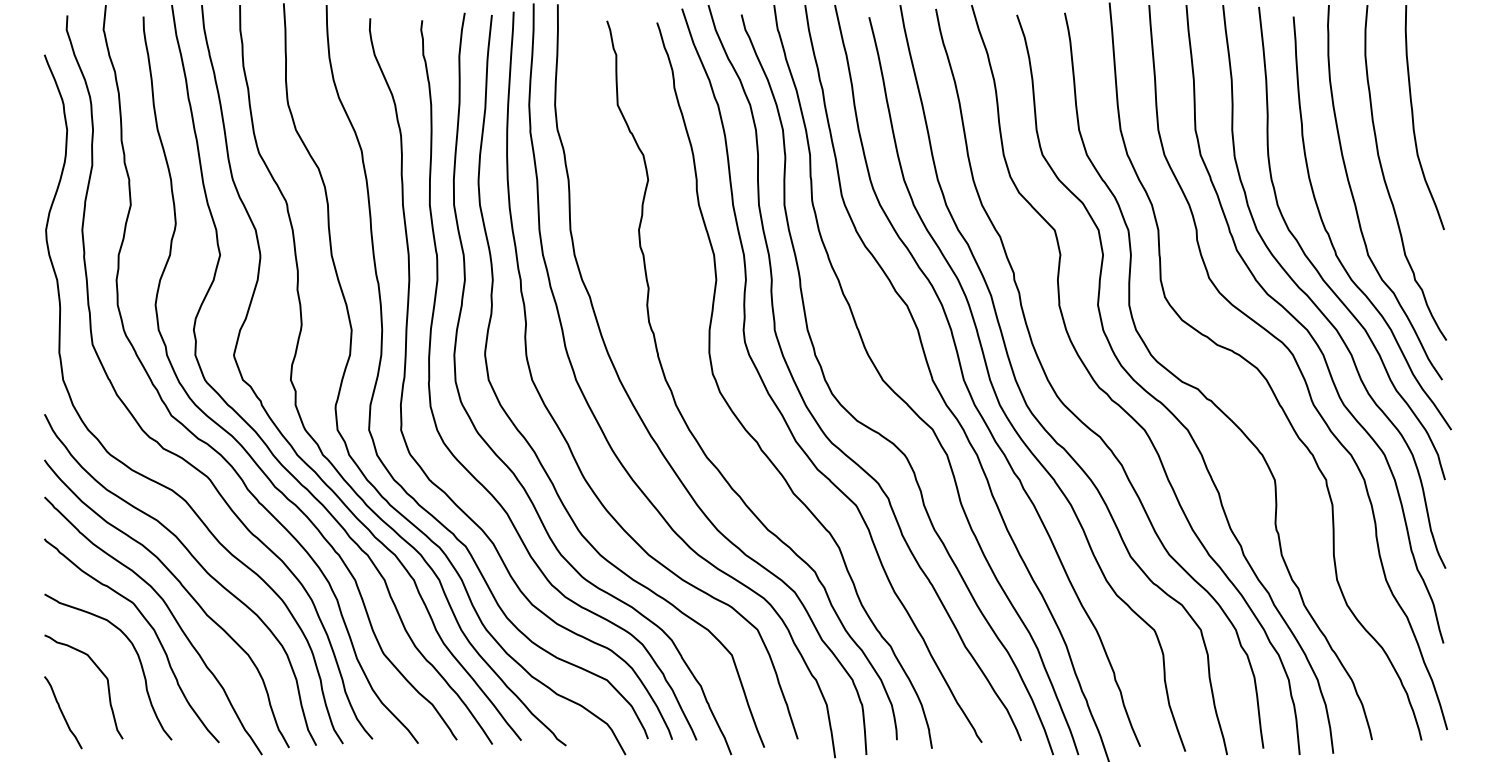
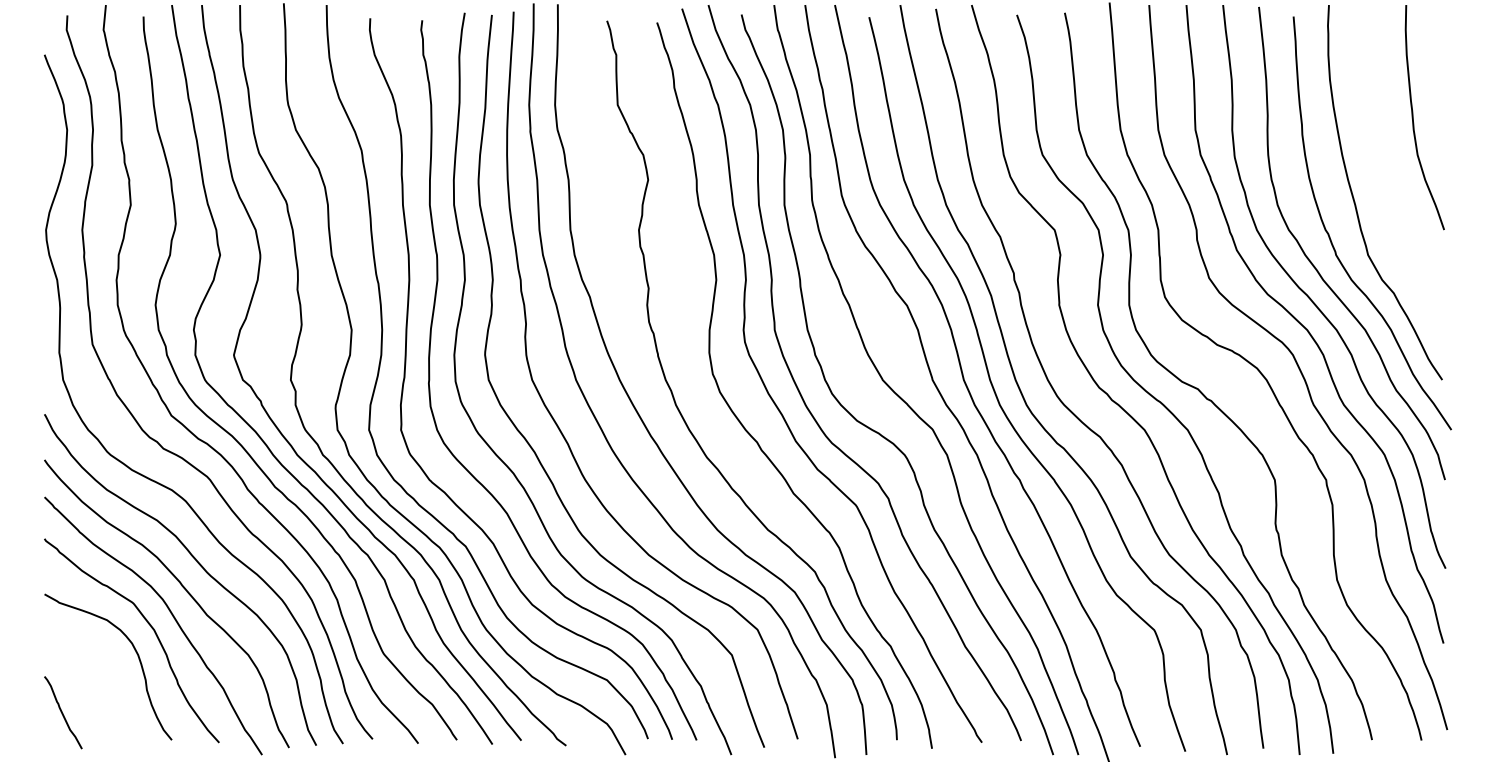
curve at (1385, 179): present -> none
curve at (101, 673): present -> none
